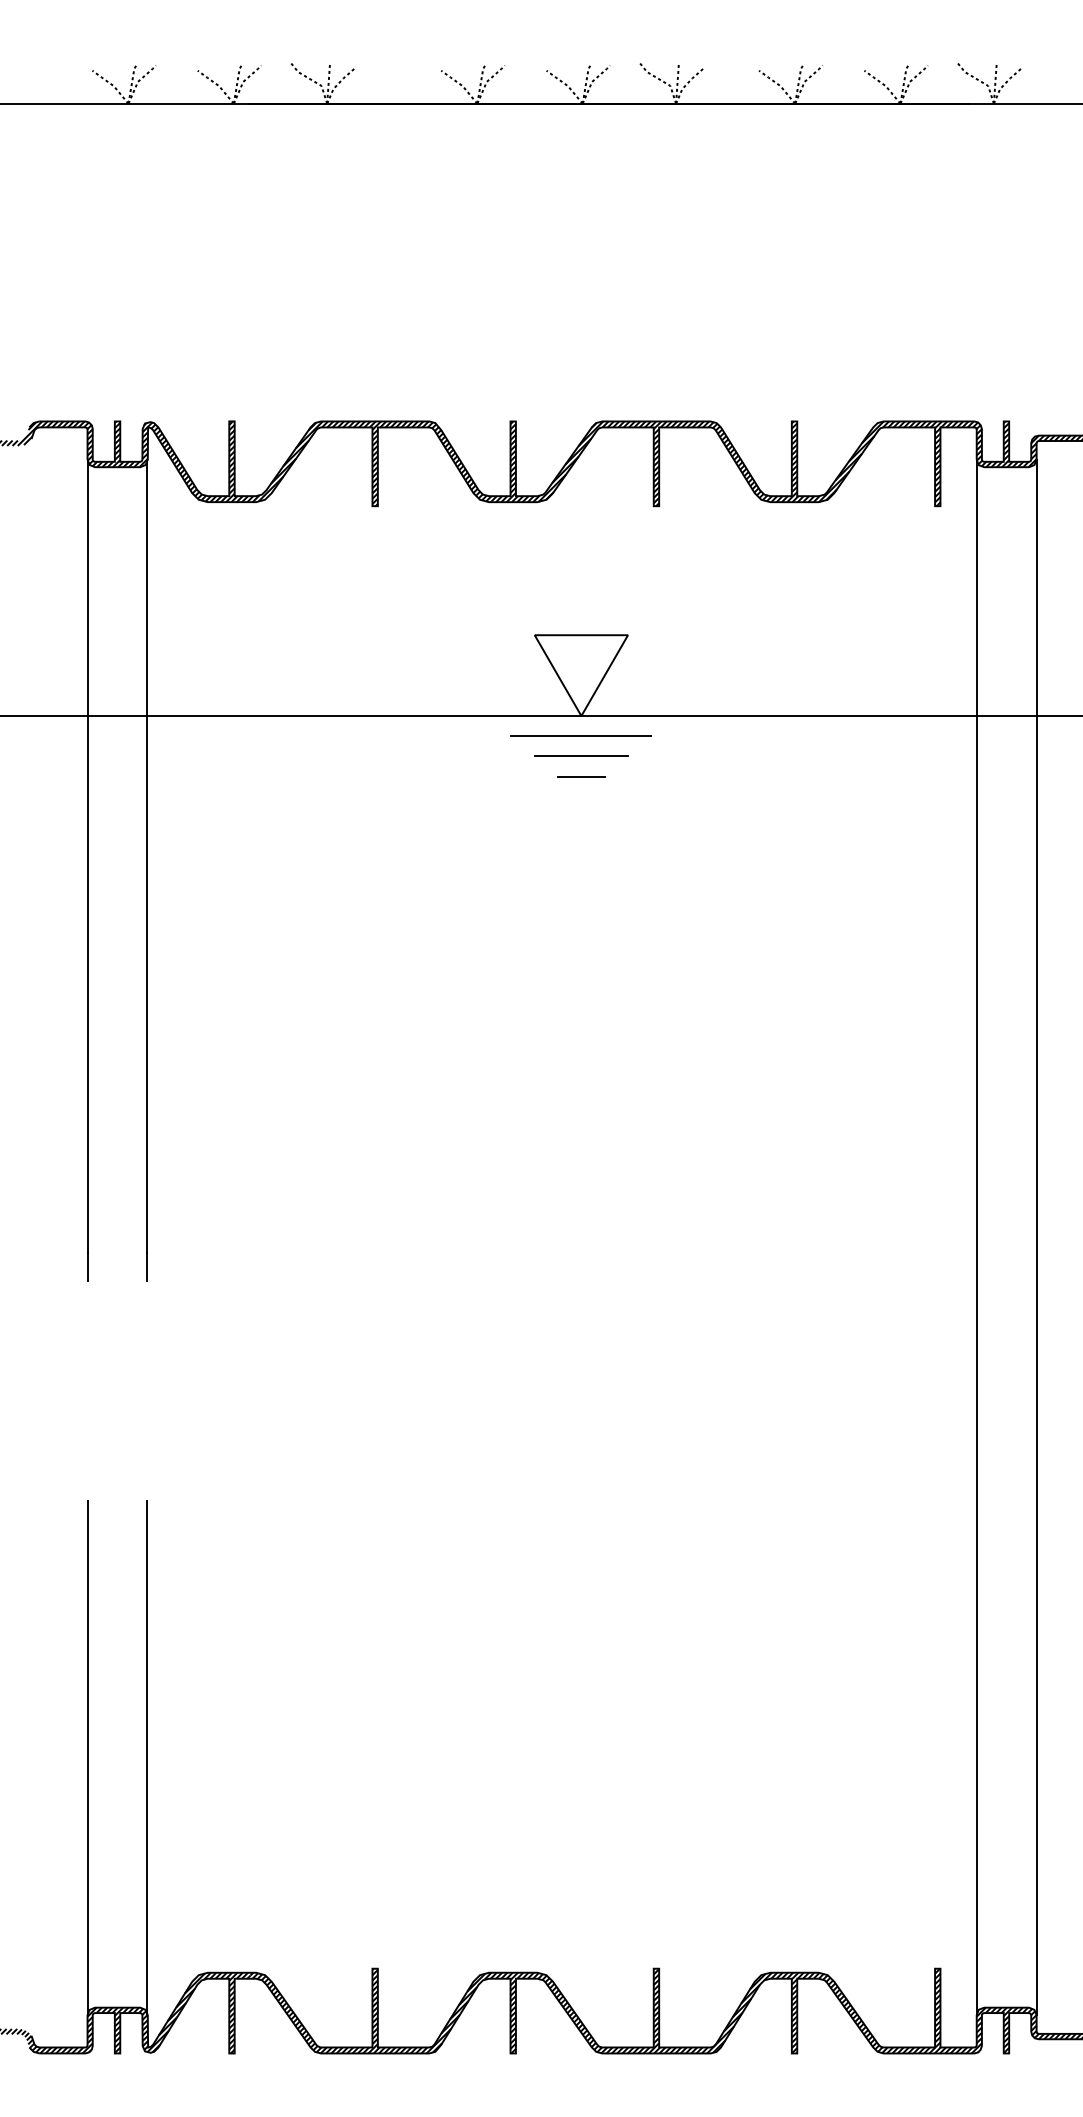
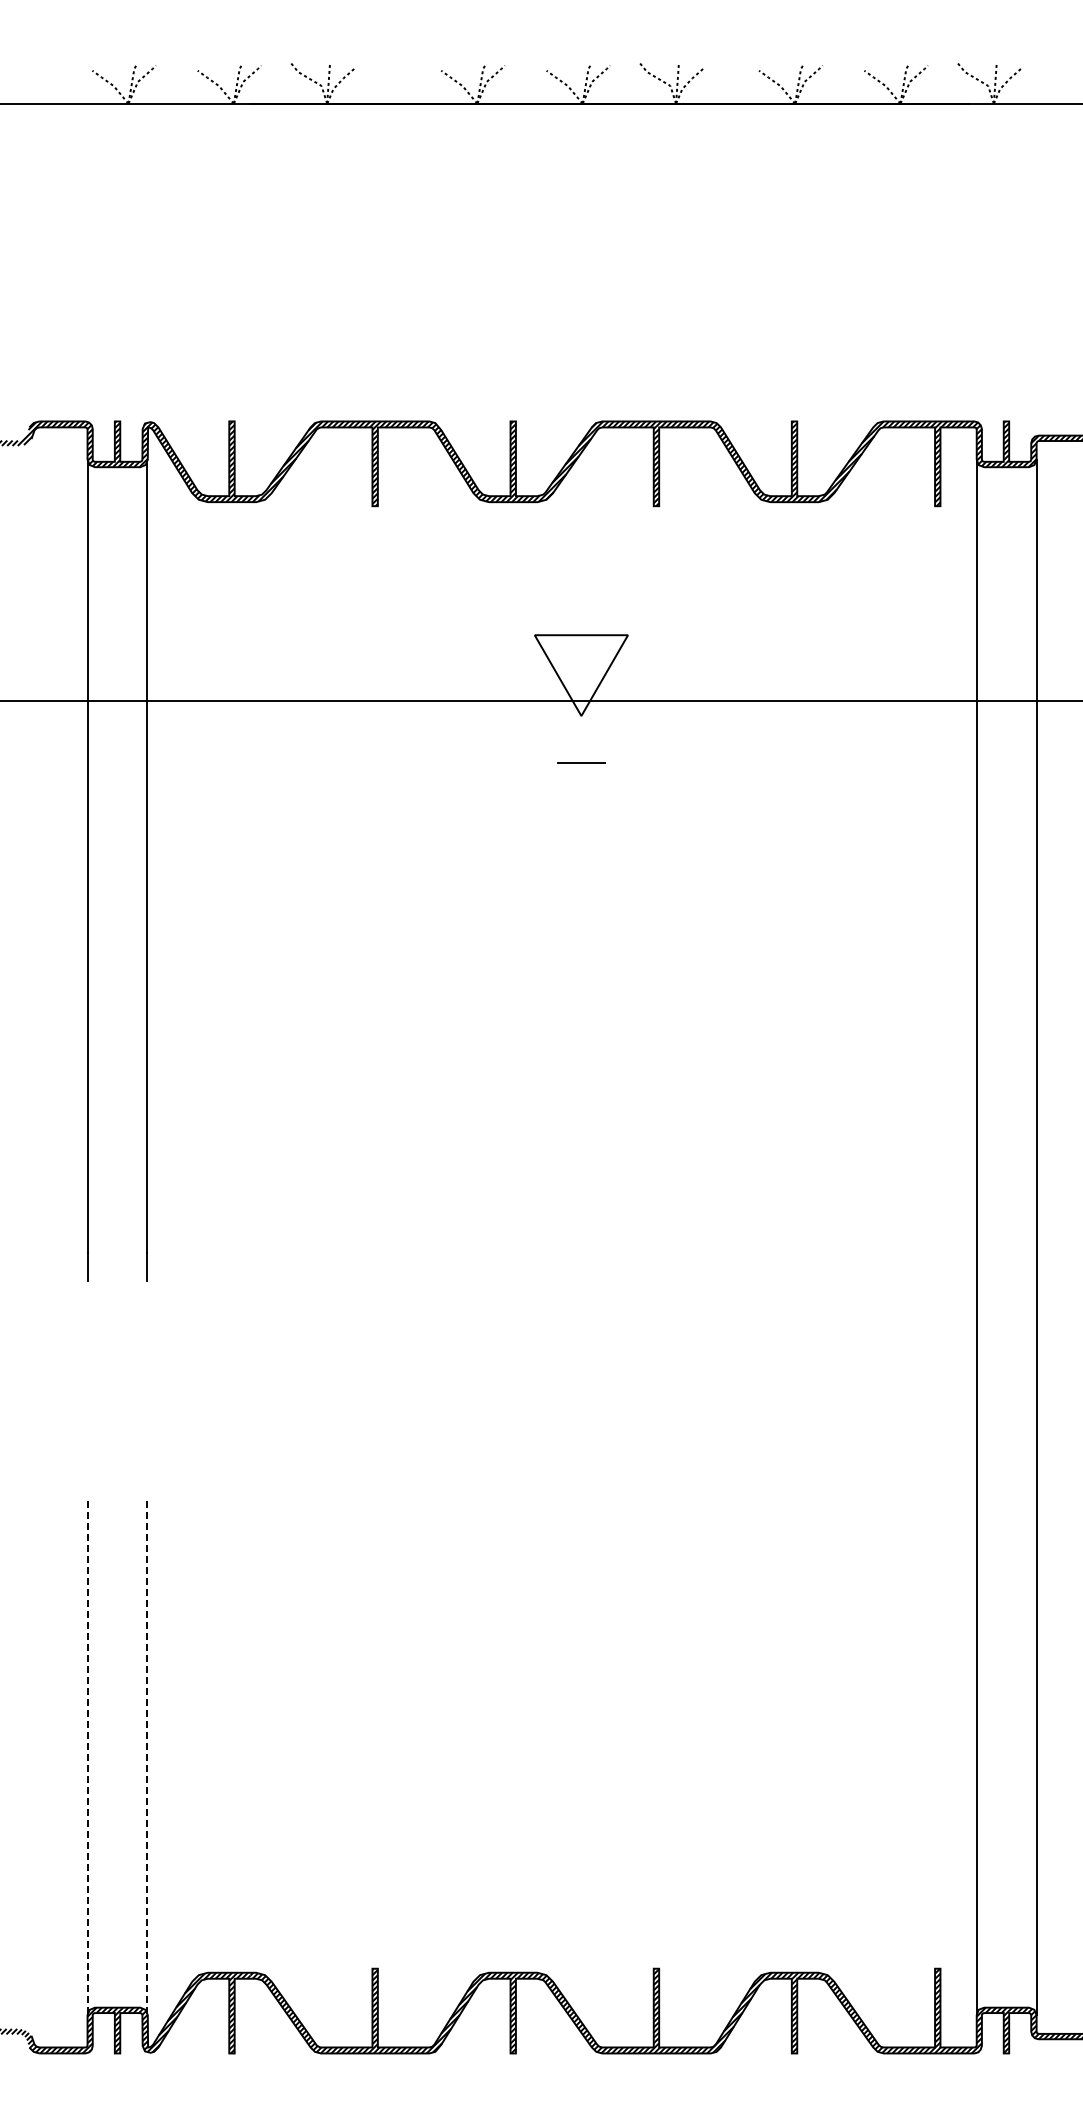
line at (540, 716) position: (540, 716) -> (540, 701)
line at (581, 736): present -> none
line at (581, 756): present -> none
line at (581, 776) position: (581, 776) -> (581, 762)
line at (147, 1757): solid -> dashed
line at (87, 1758): solid -> dashed
